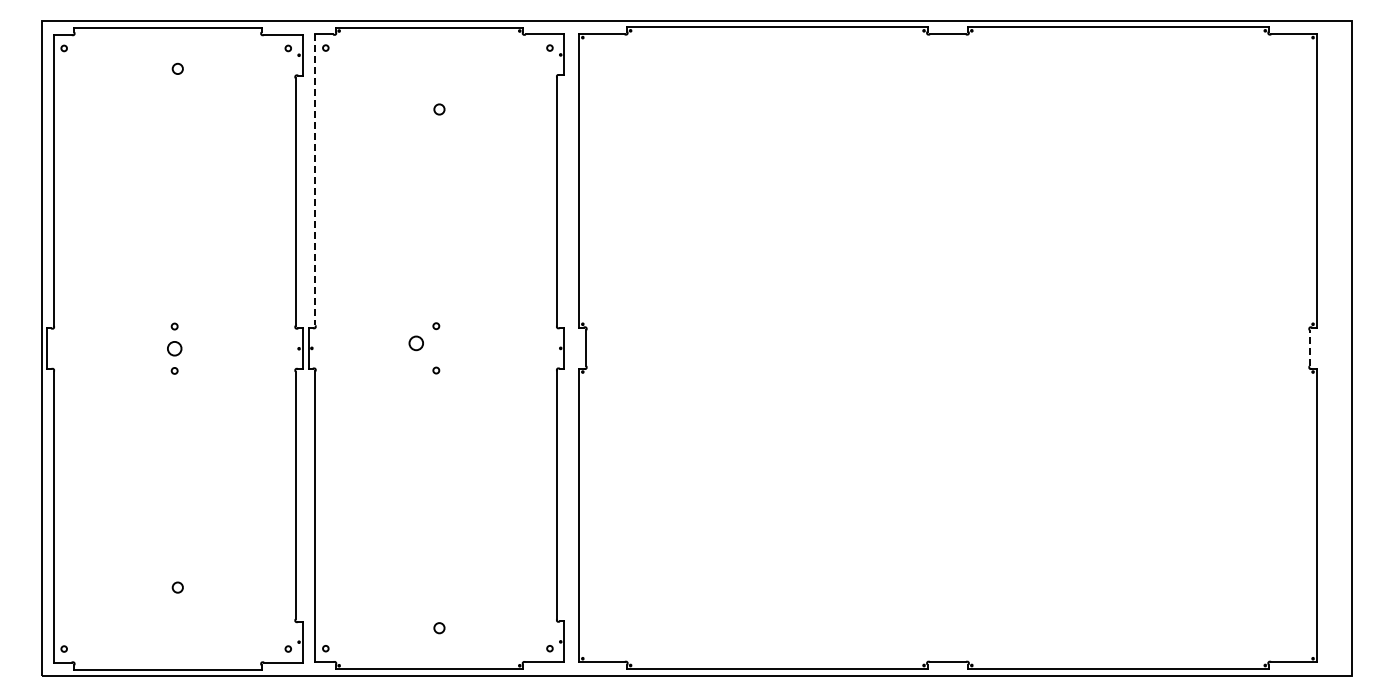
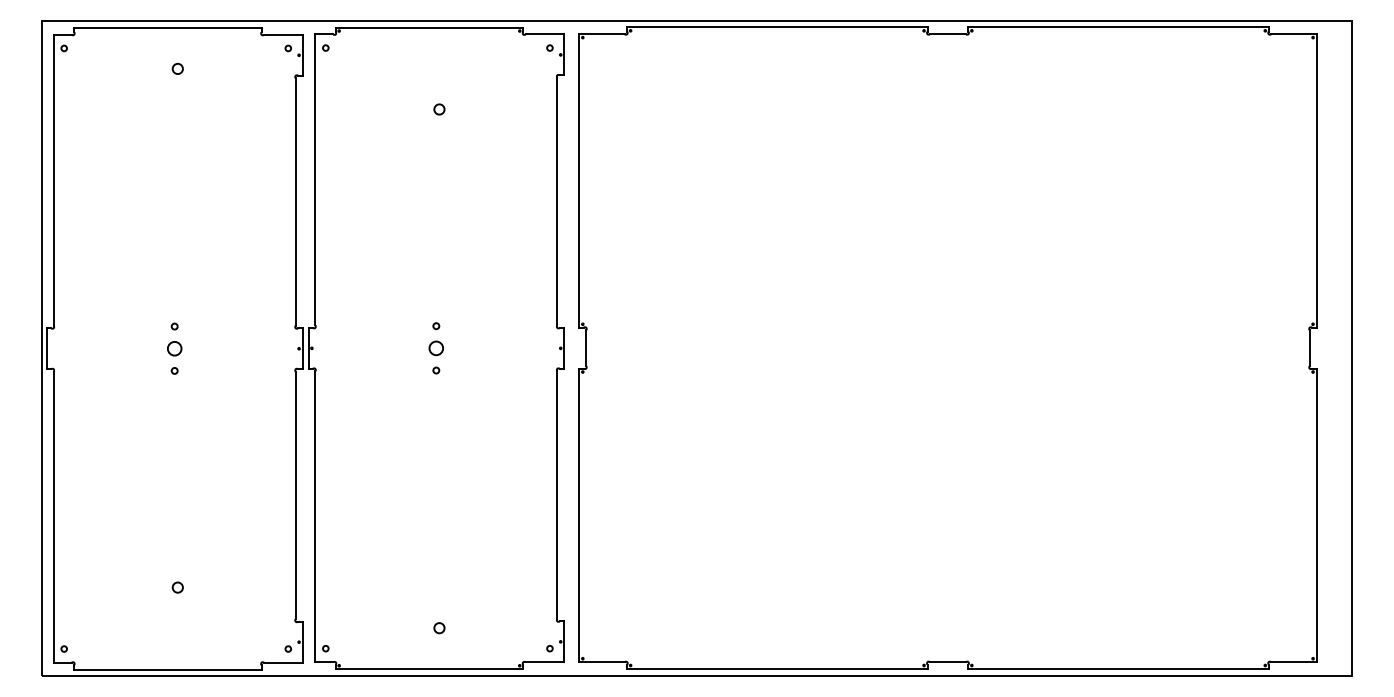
line at (315, 179): dashed -> solid
circle at (415, 343) position: (415, 343) -> (435, 348)
line at (1309, 347): dashed -> solid
